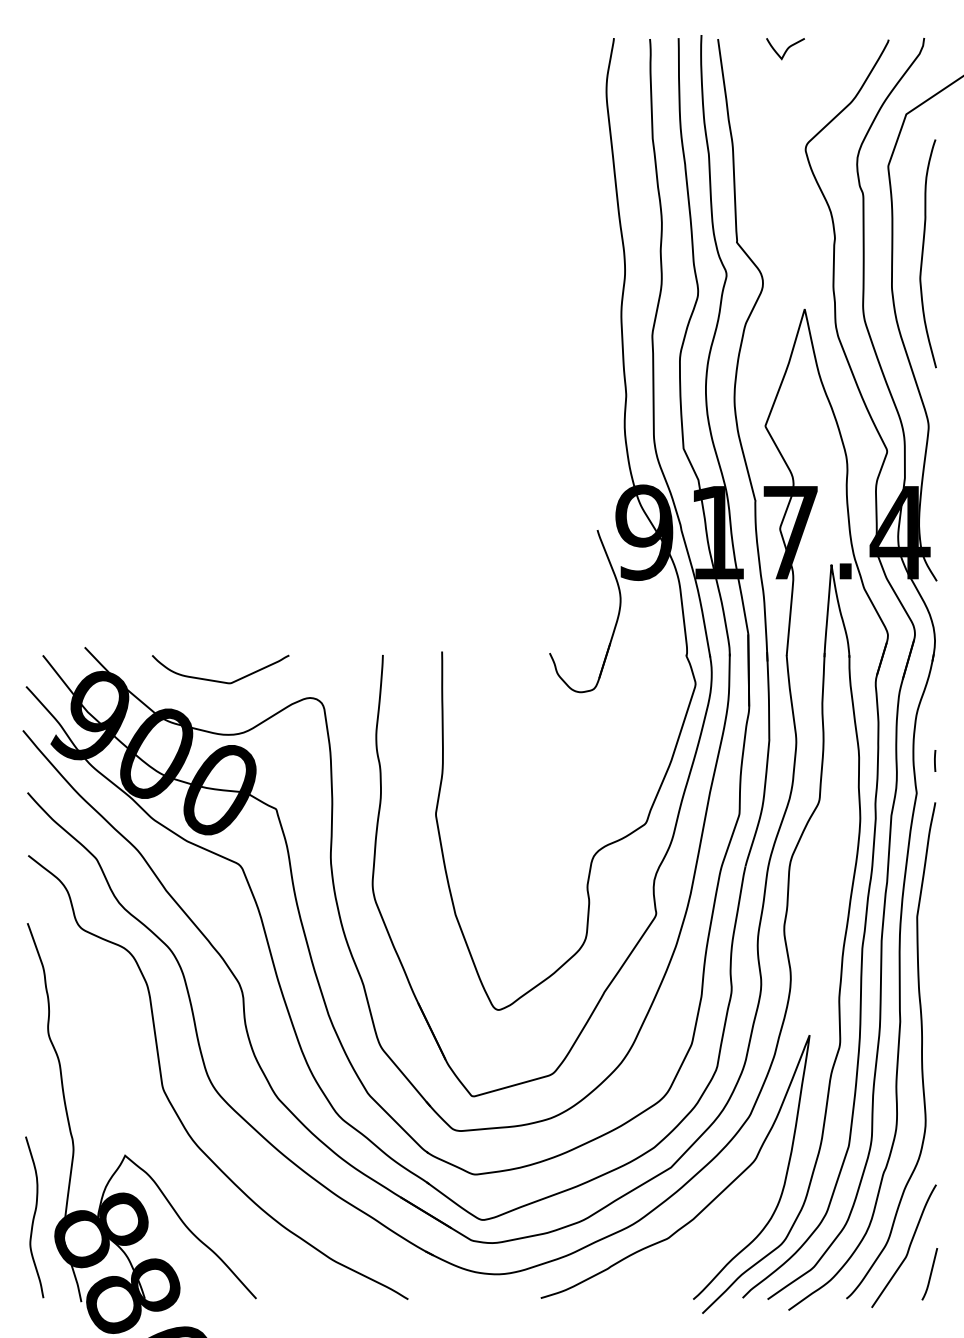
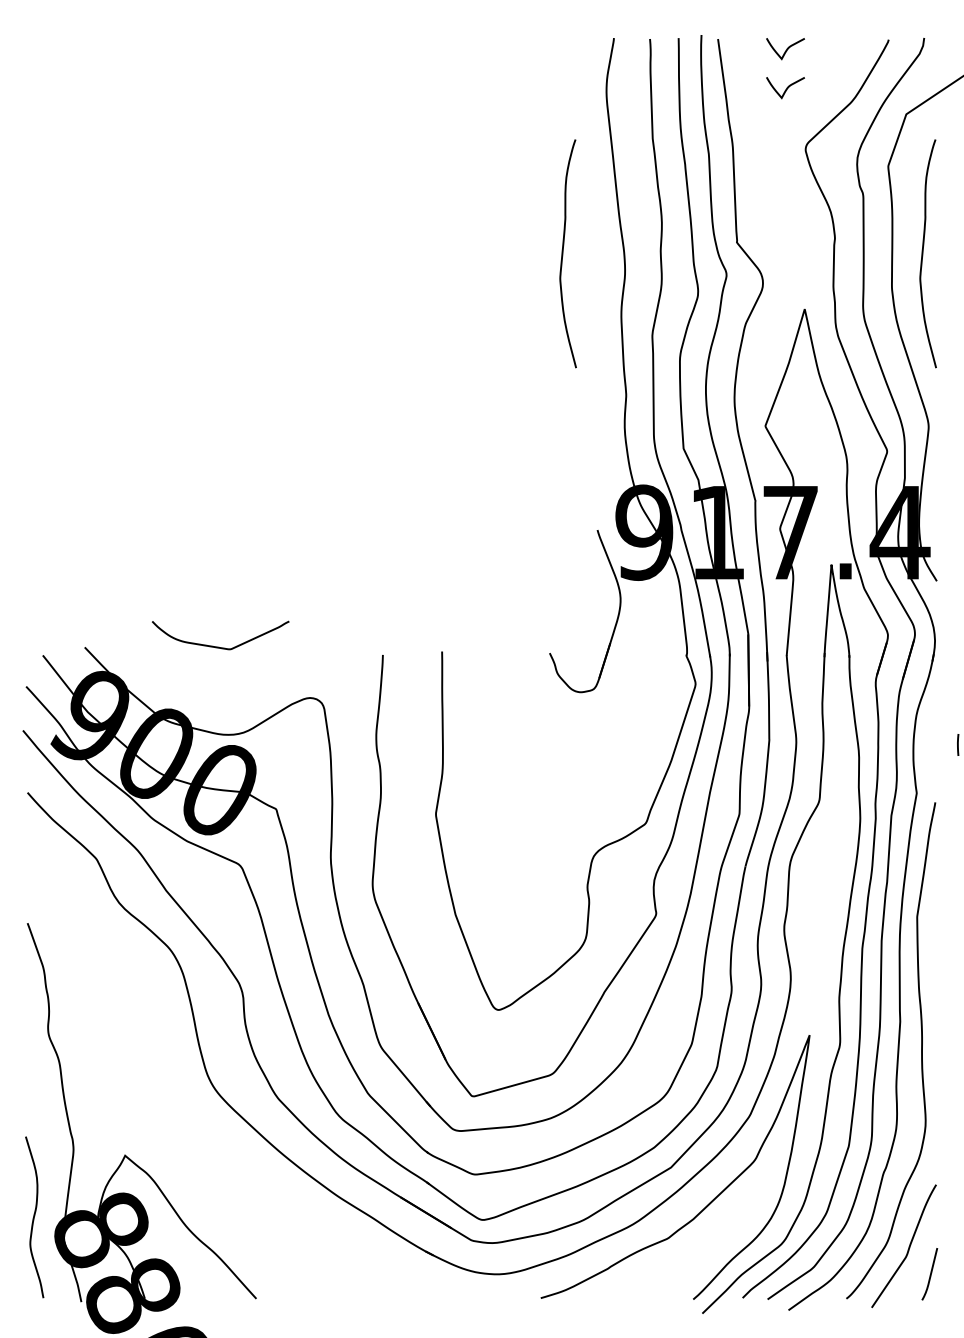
curve at (786, 88): none -> present
curve at (563, 253): none -> present
curve at (218, 680) position: (218, 680) -> (218, 646)
line at (935, 760) position: (935, 760) -> (958, 744)
curve at (171, 1102): present -> none
